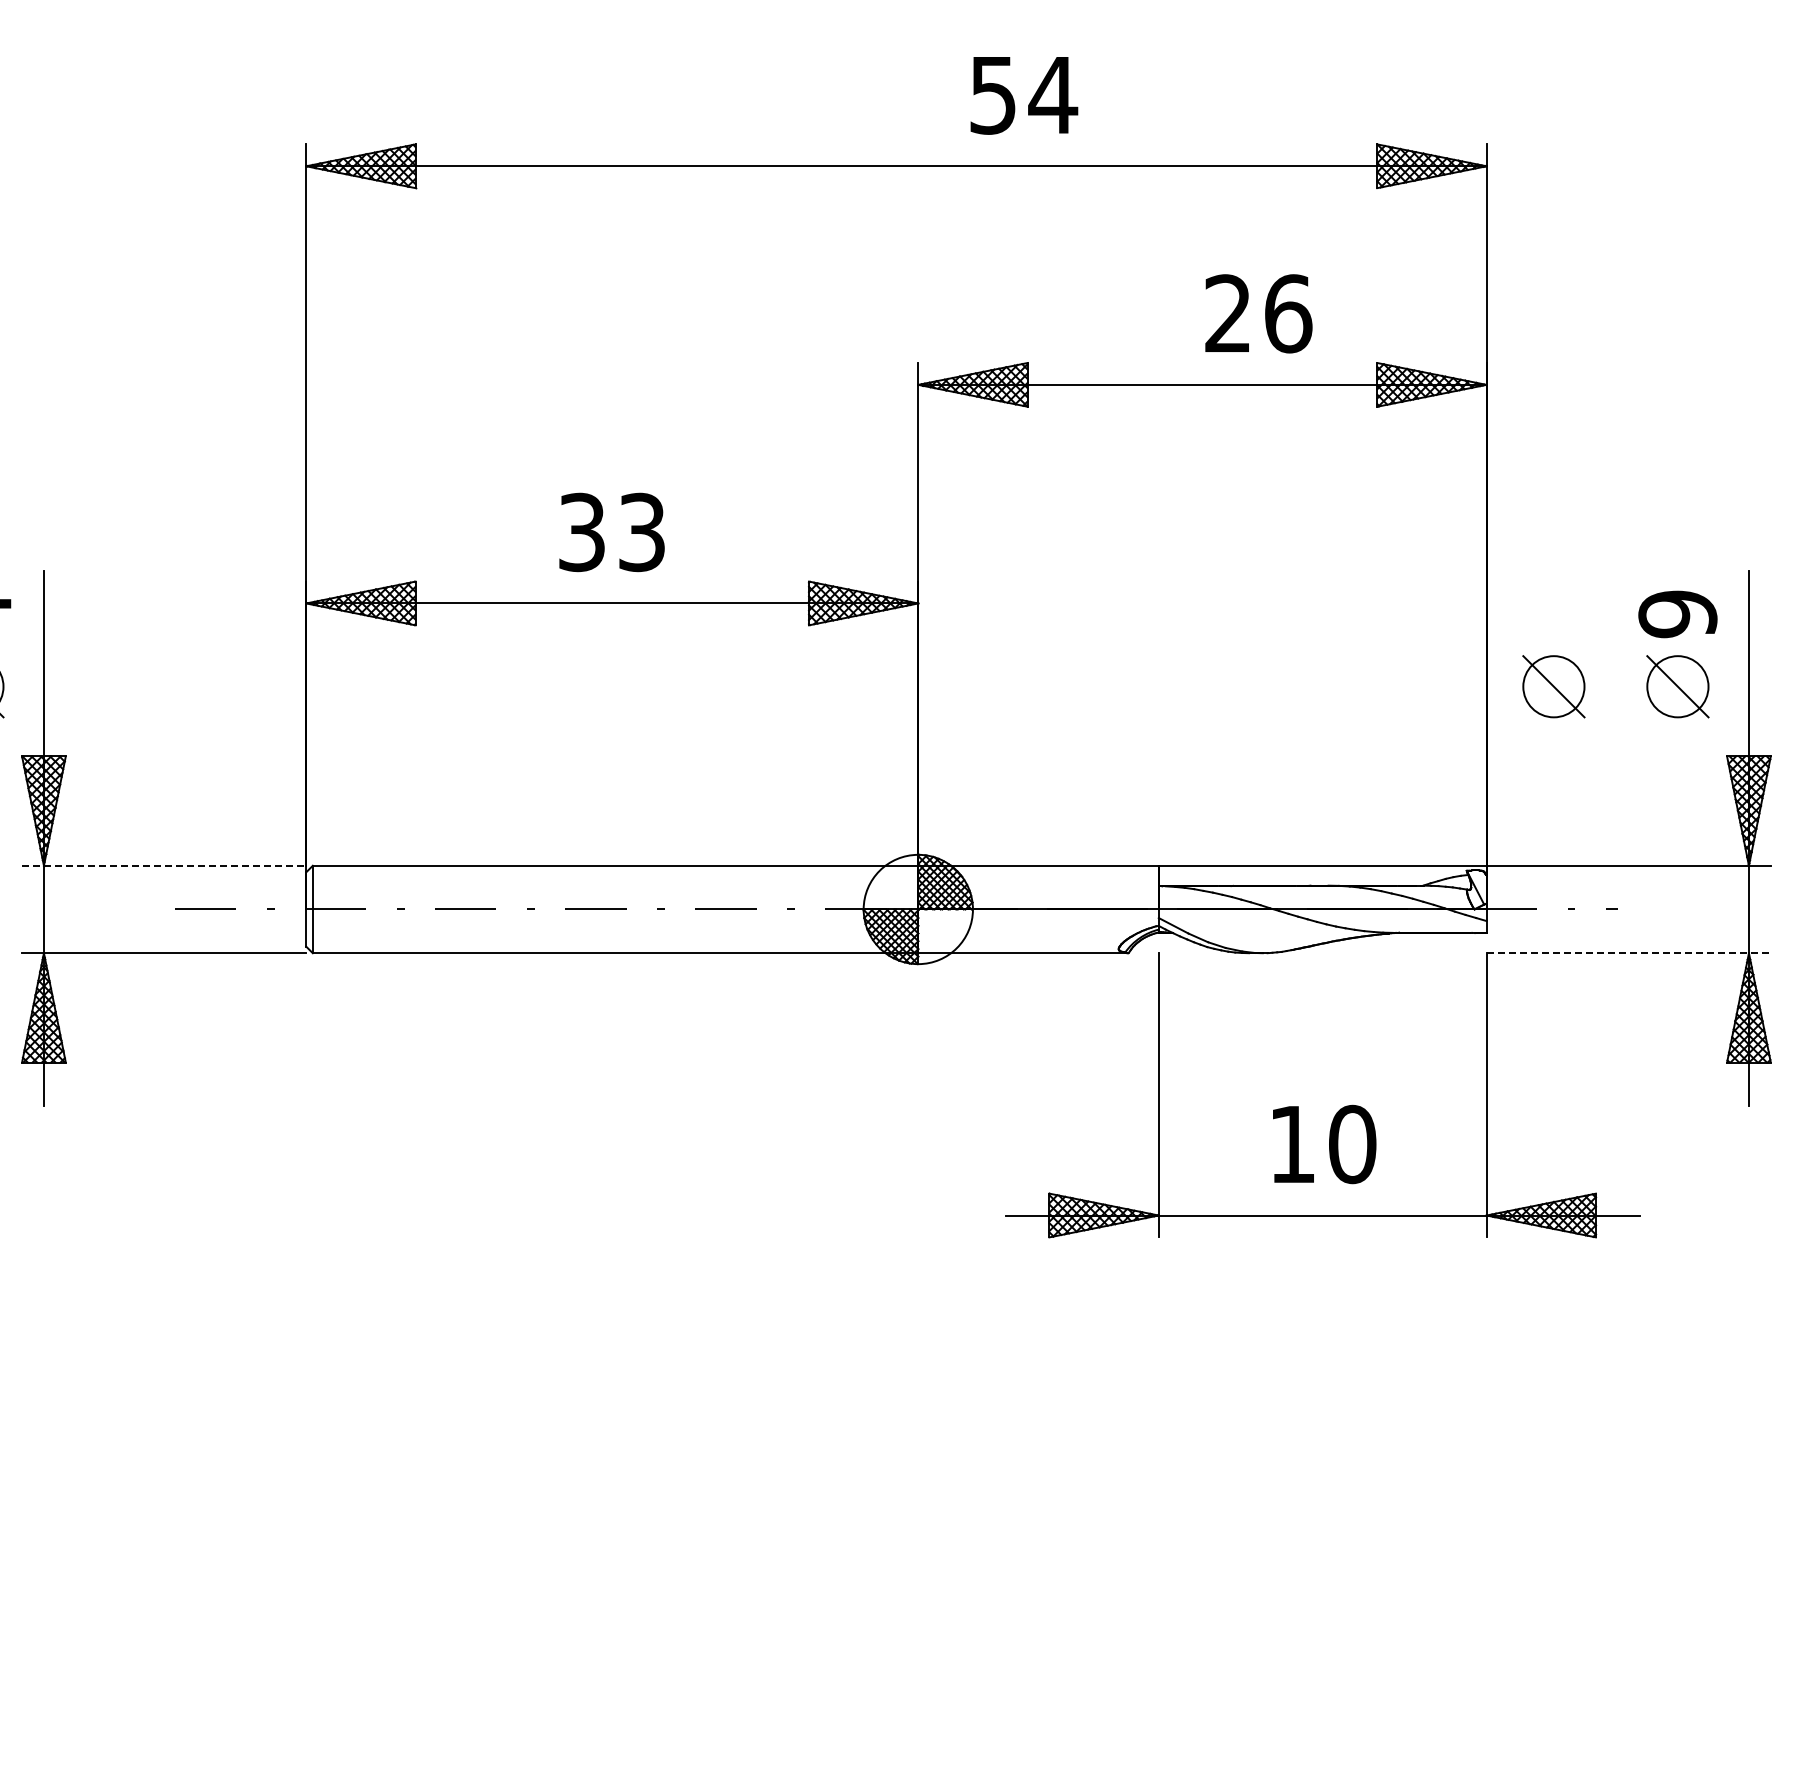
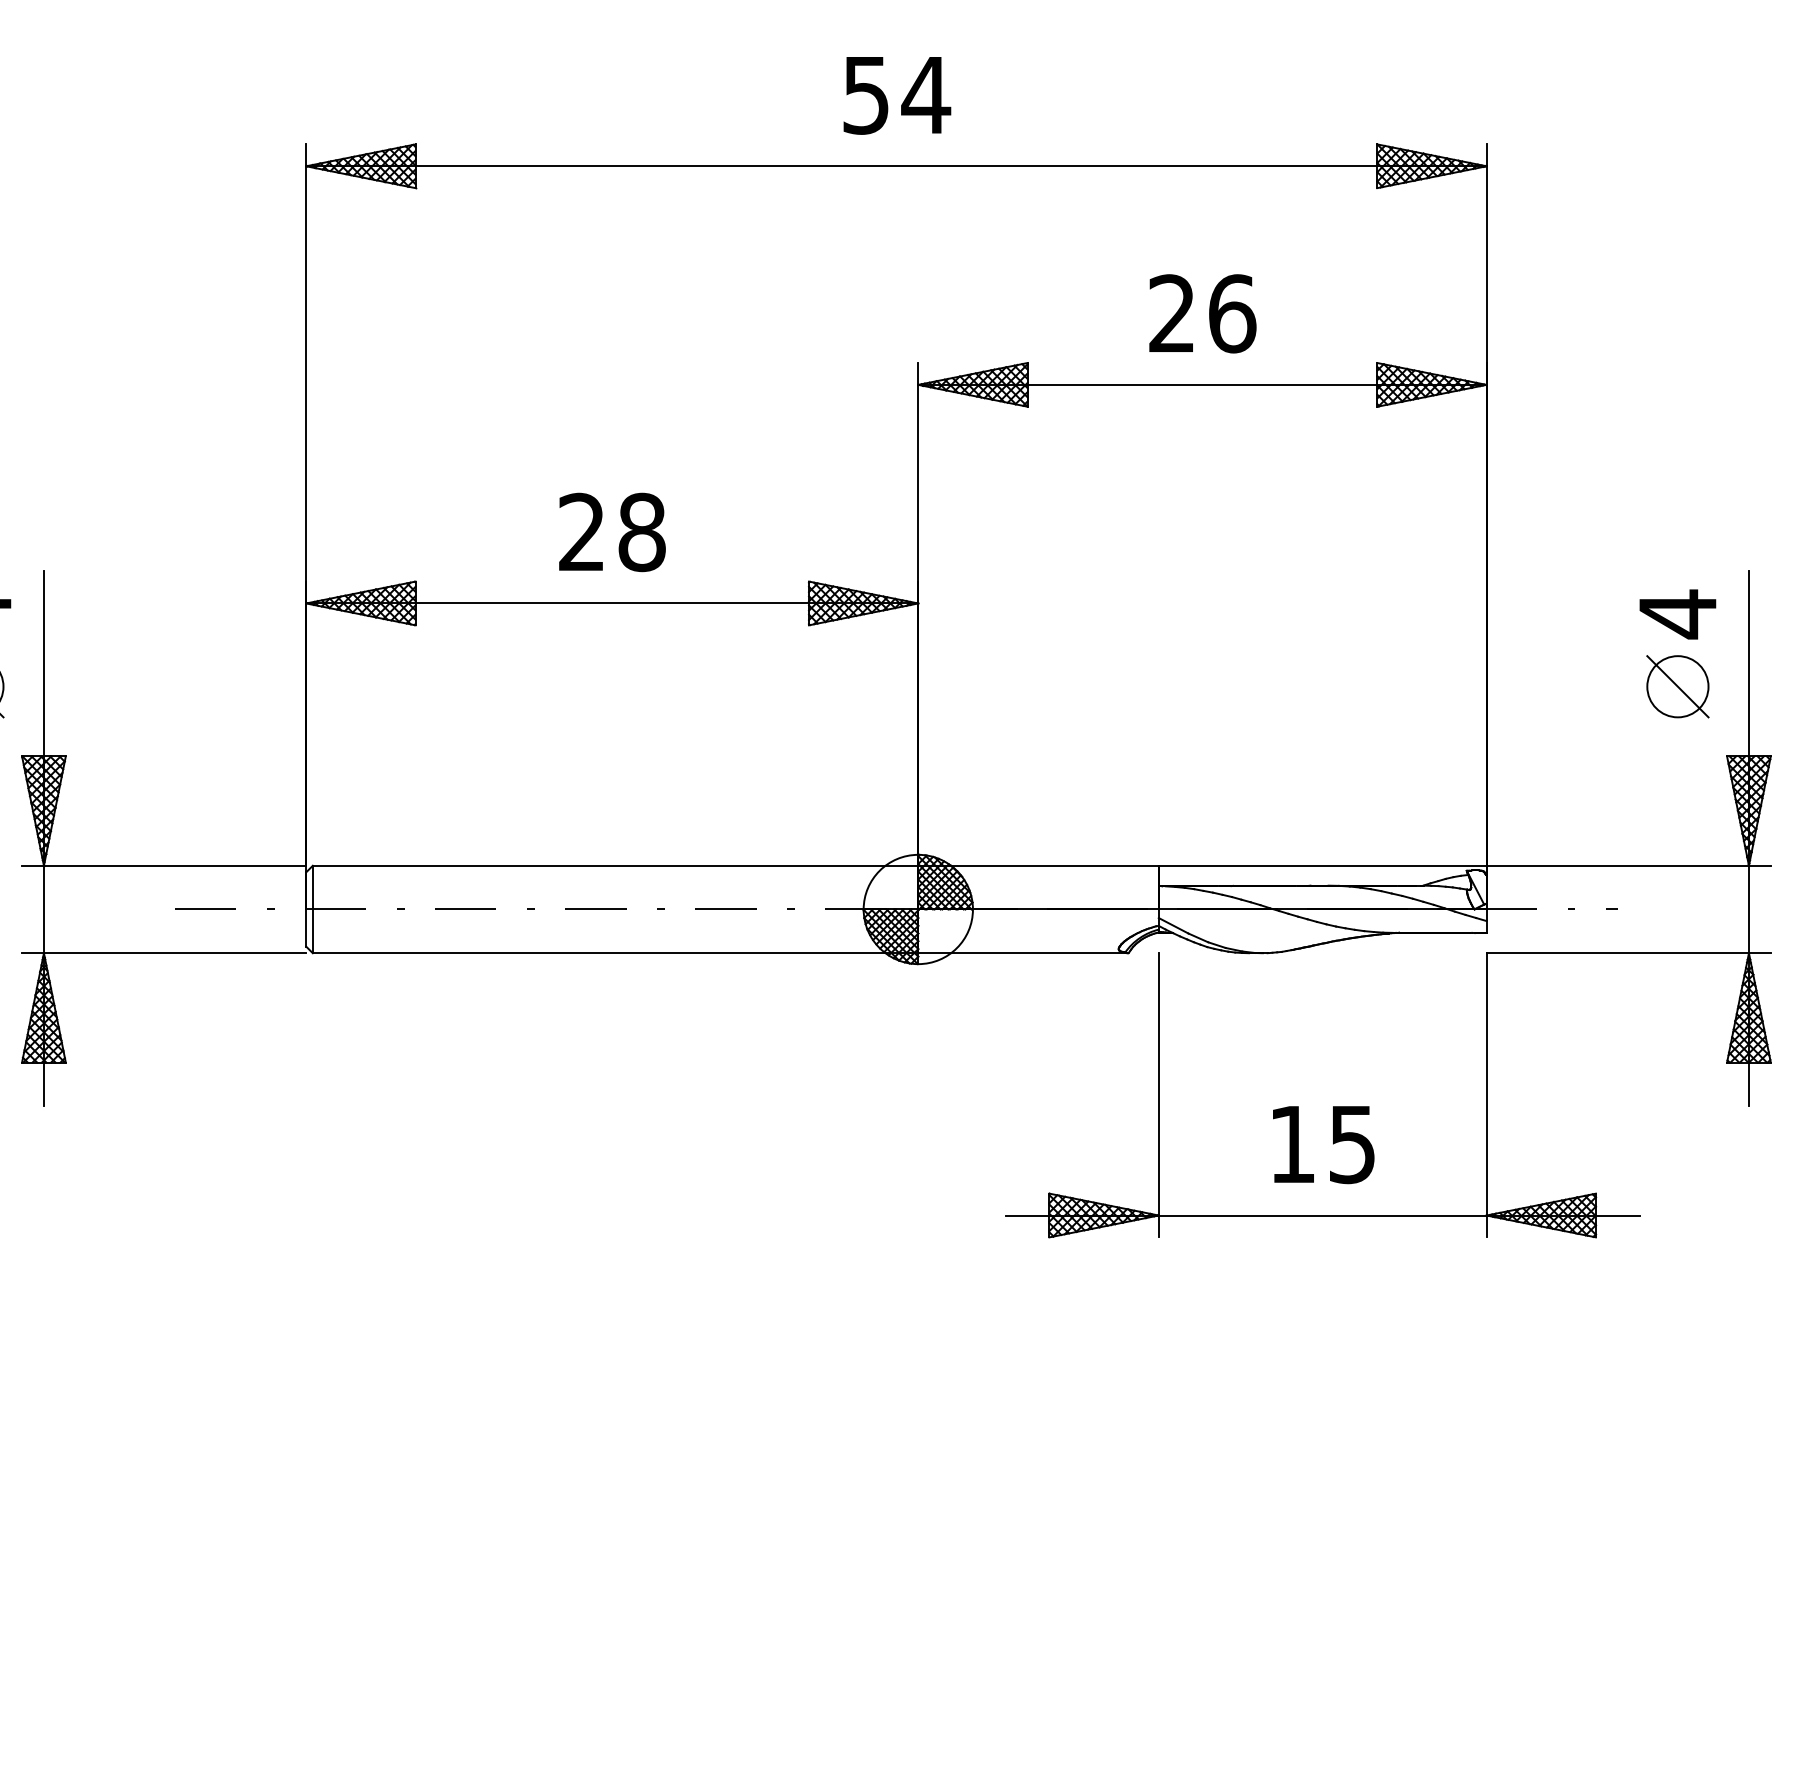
text at (1024, 95) position: (1024, 95) -> (897, 95)
text at (1258, 313) position: (1258, 313) -> (1202, 313)
text at (612, 532): 33 -> 28
text at (1677, 614): 9 -> 4
part at (1553, 686): present -> none
line at (164, 865): dashed -> solid
line at (1629, 953): dashed -> solid
text at (1352, 1144): 10 -> 15
